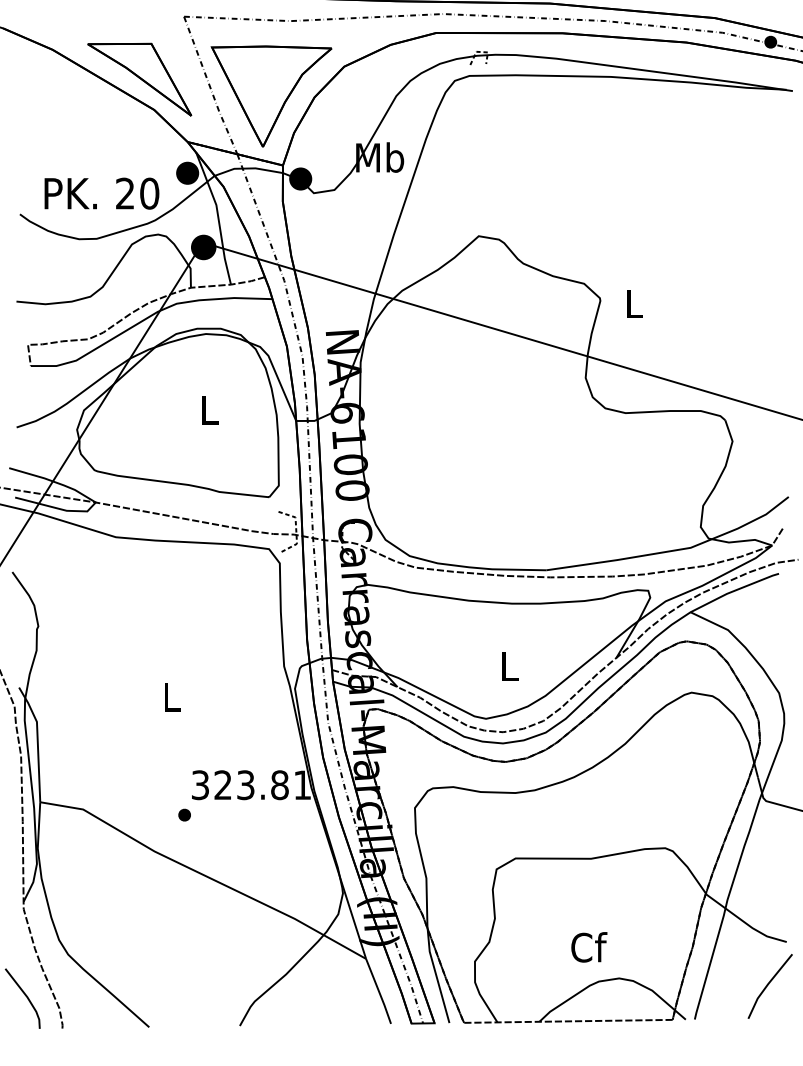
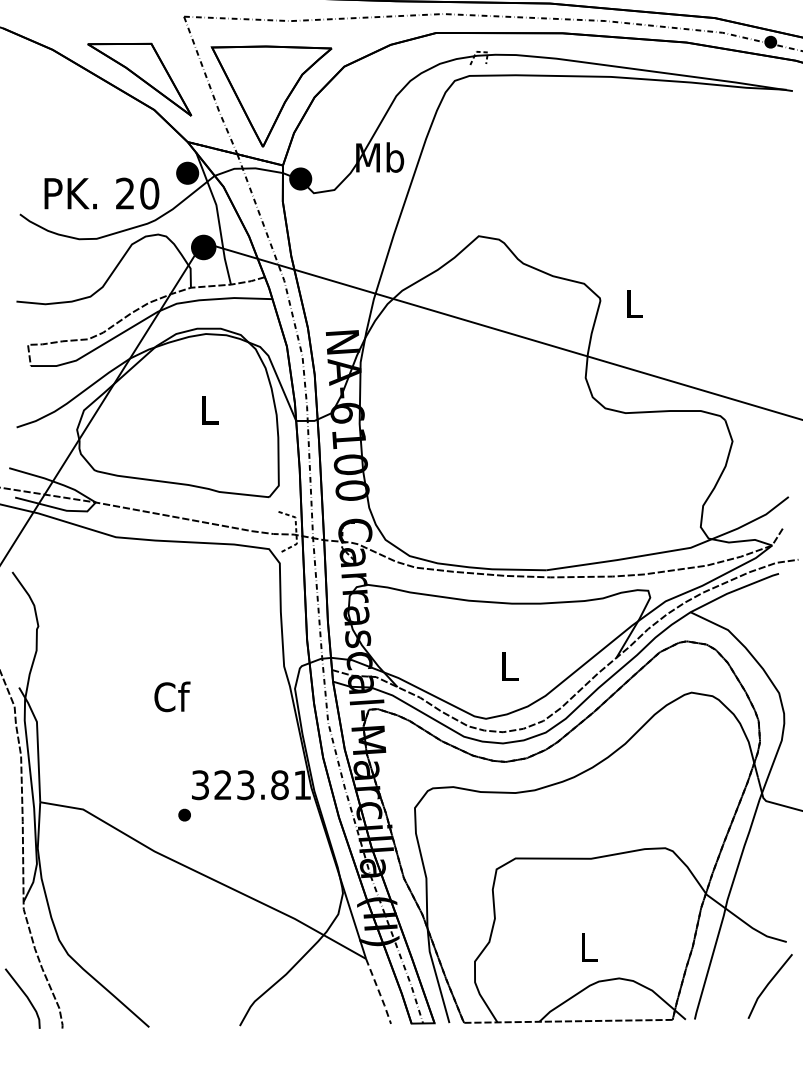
text at (172, 696): L -> Cf
text at (589, 947): Cf -> L
line at (379, 992): solid -> dashed
